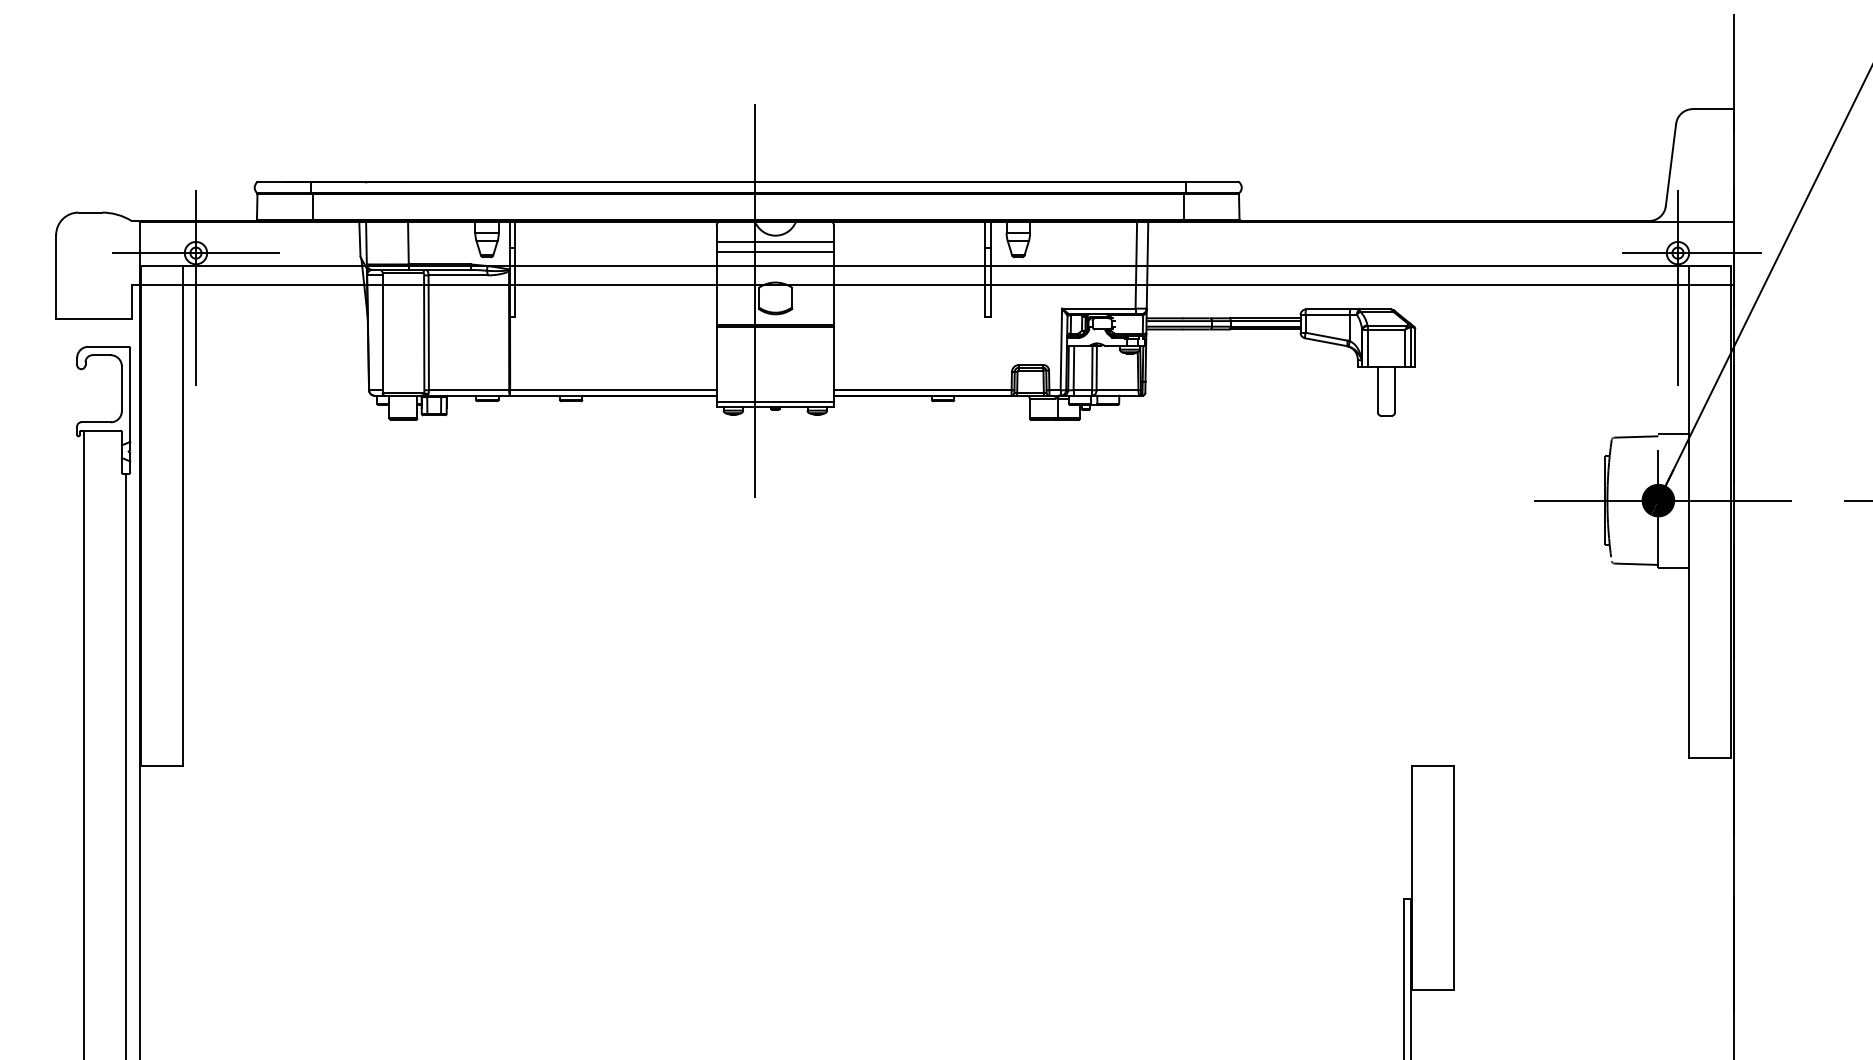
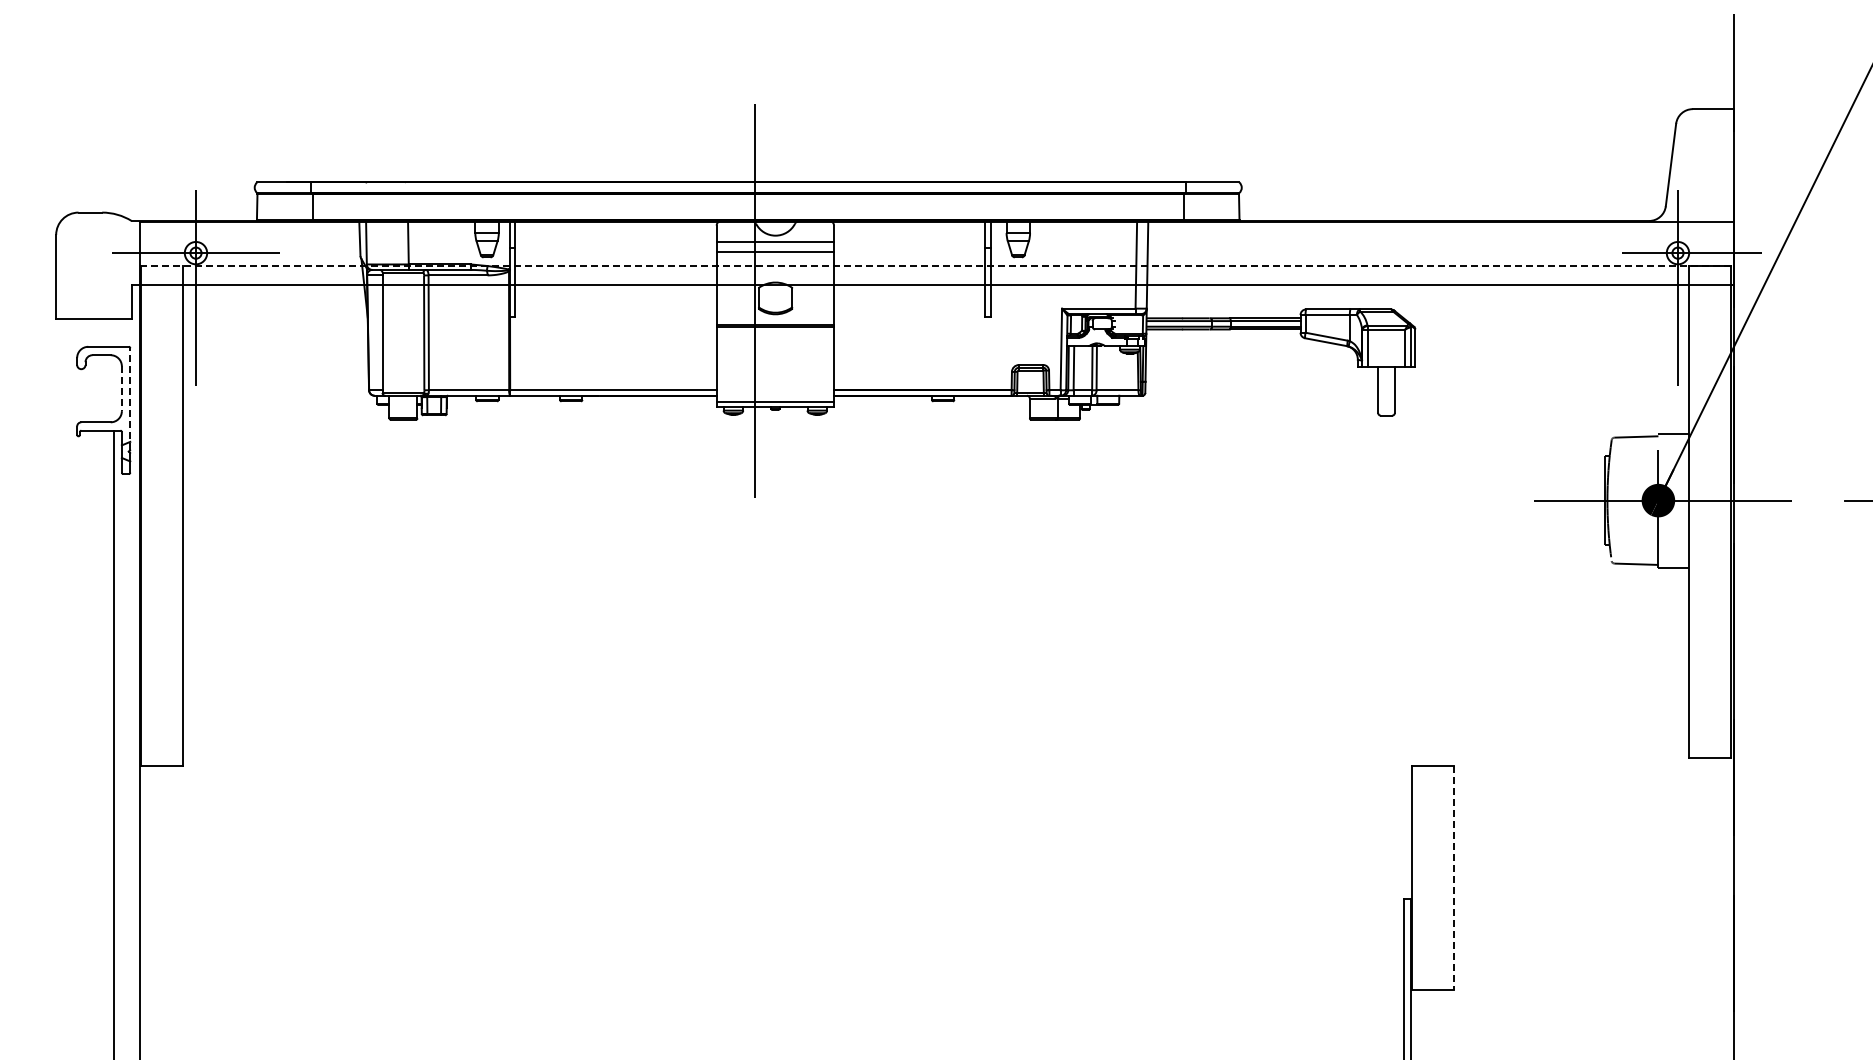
line at (935, 265): solid -> dashed
line at (121, 389): solid -> dashed
line at (130, 398): solid -> dashed
line at (84, 743) position: (84, 743) -> (114, 743)
line at (126, 765): present -> none
line at (1454, 878): solid -> dashed
